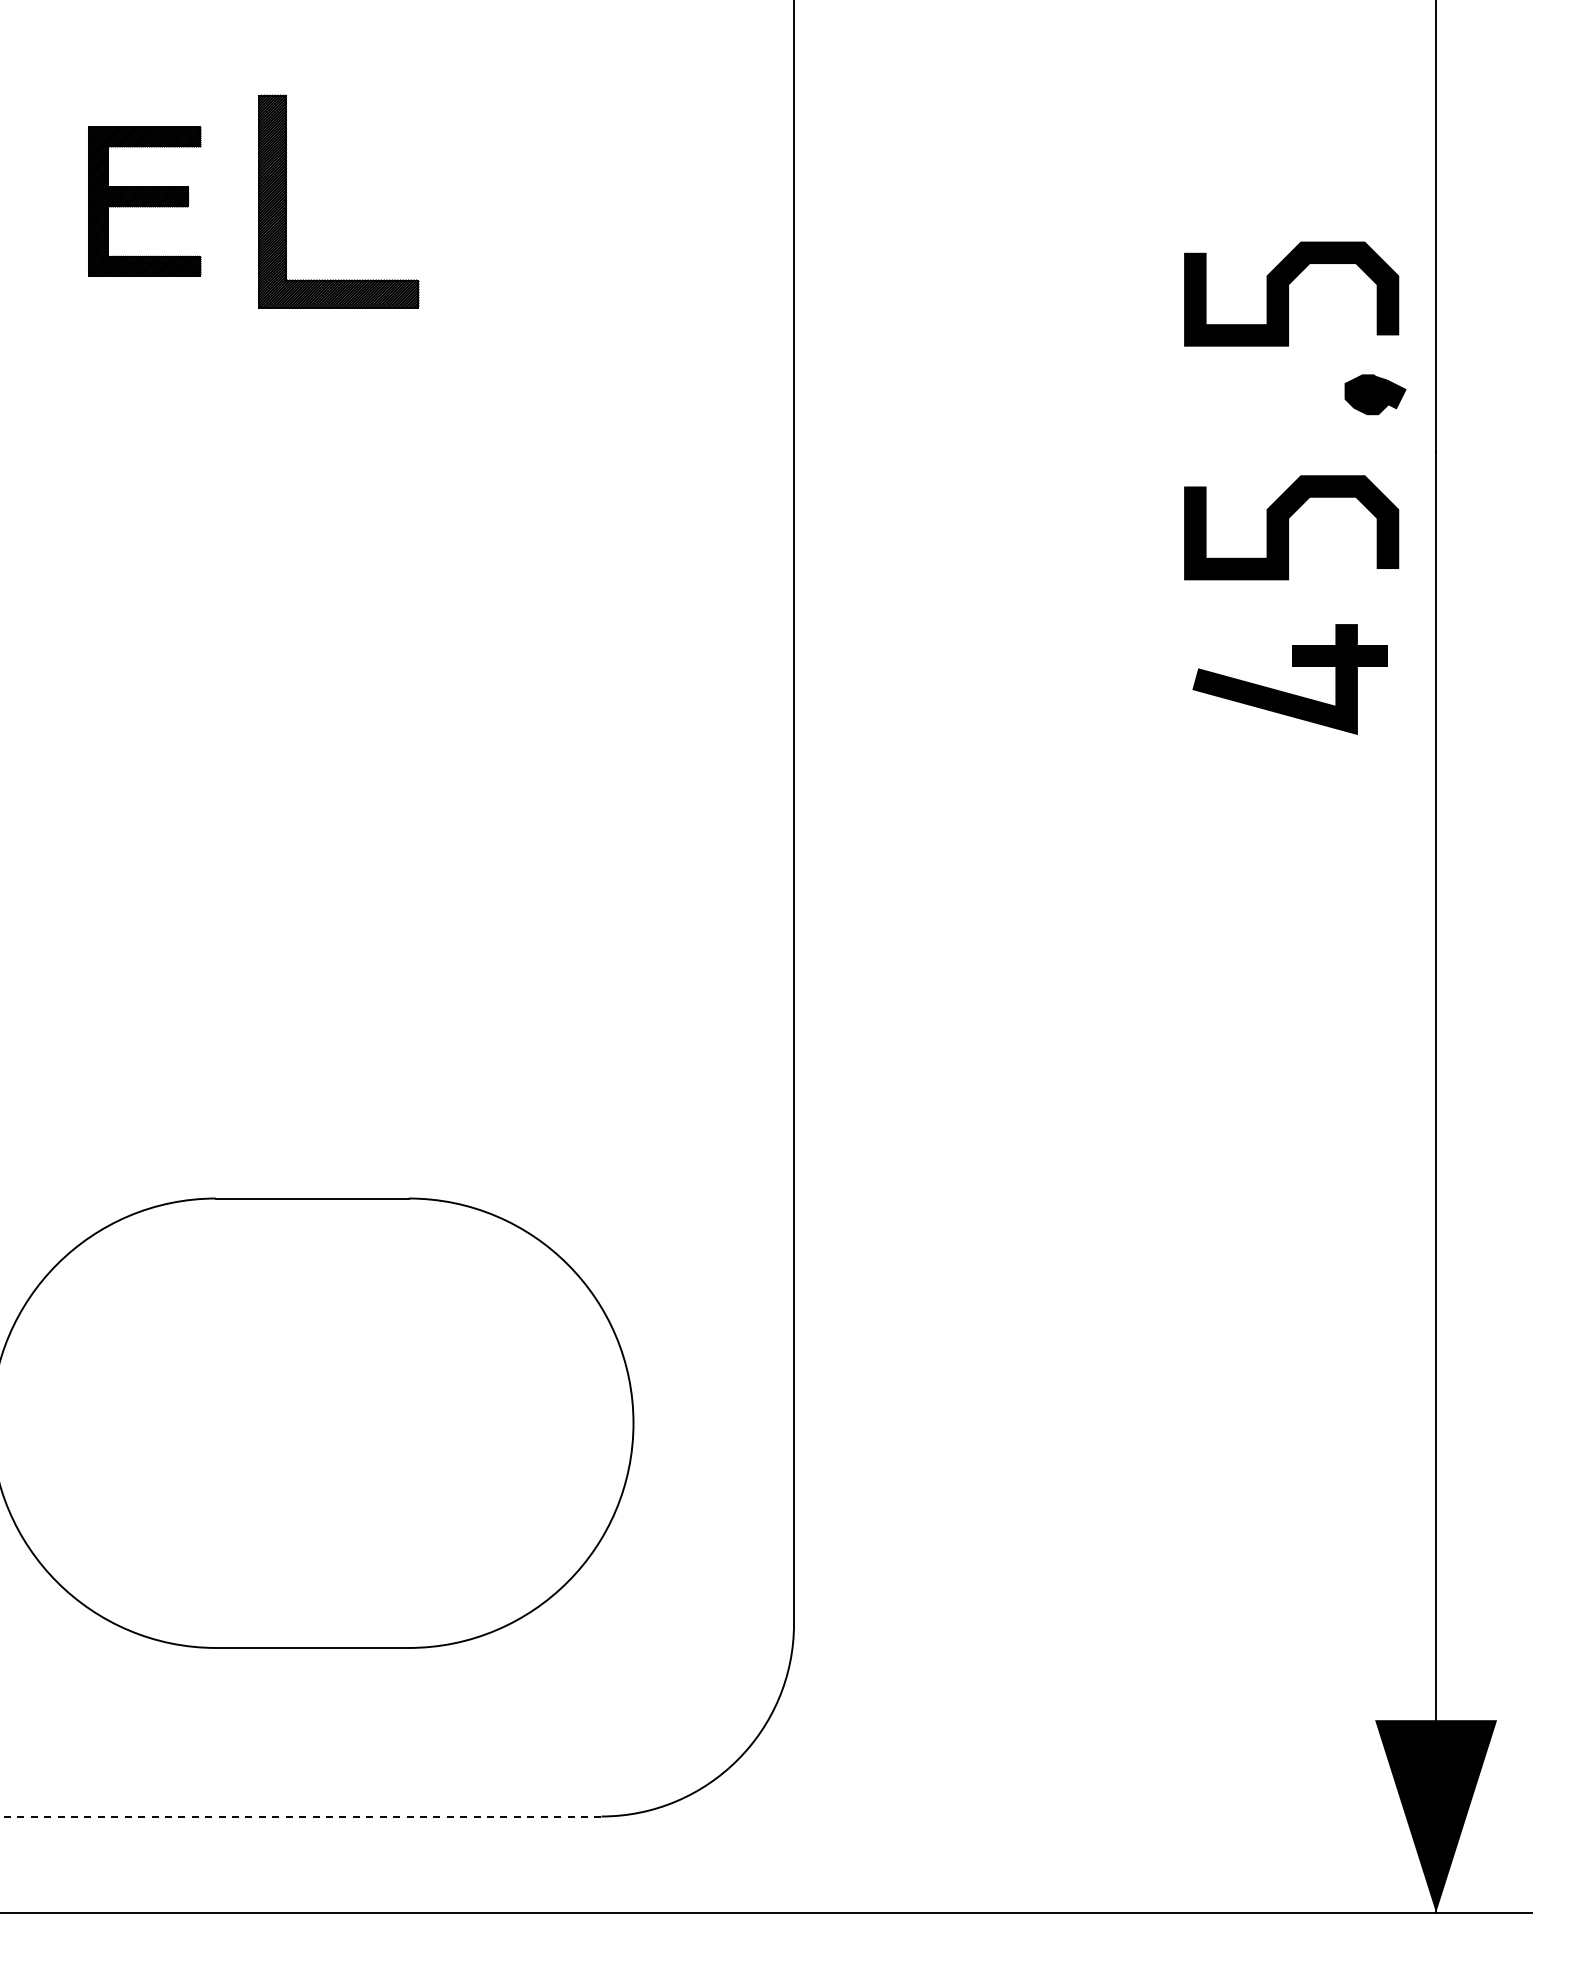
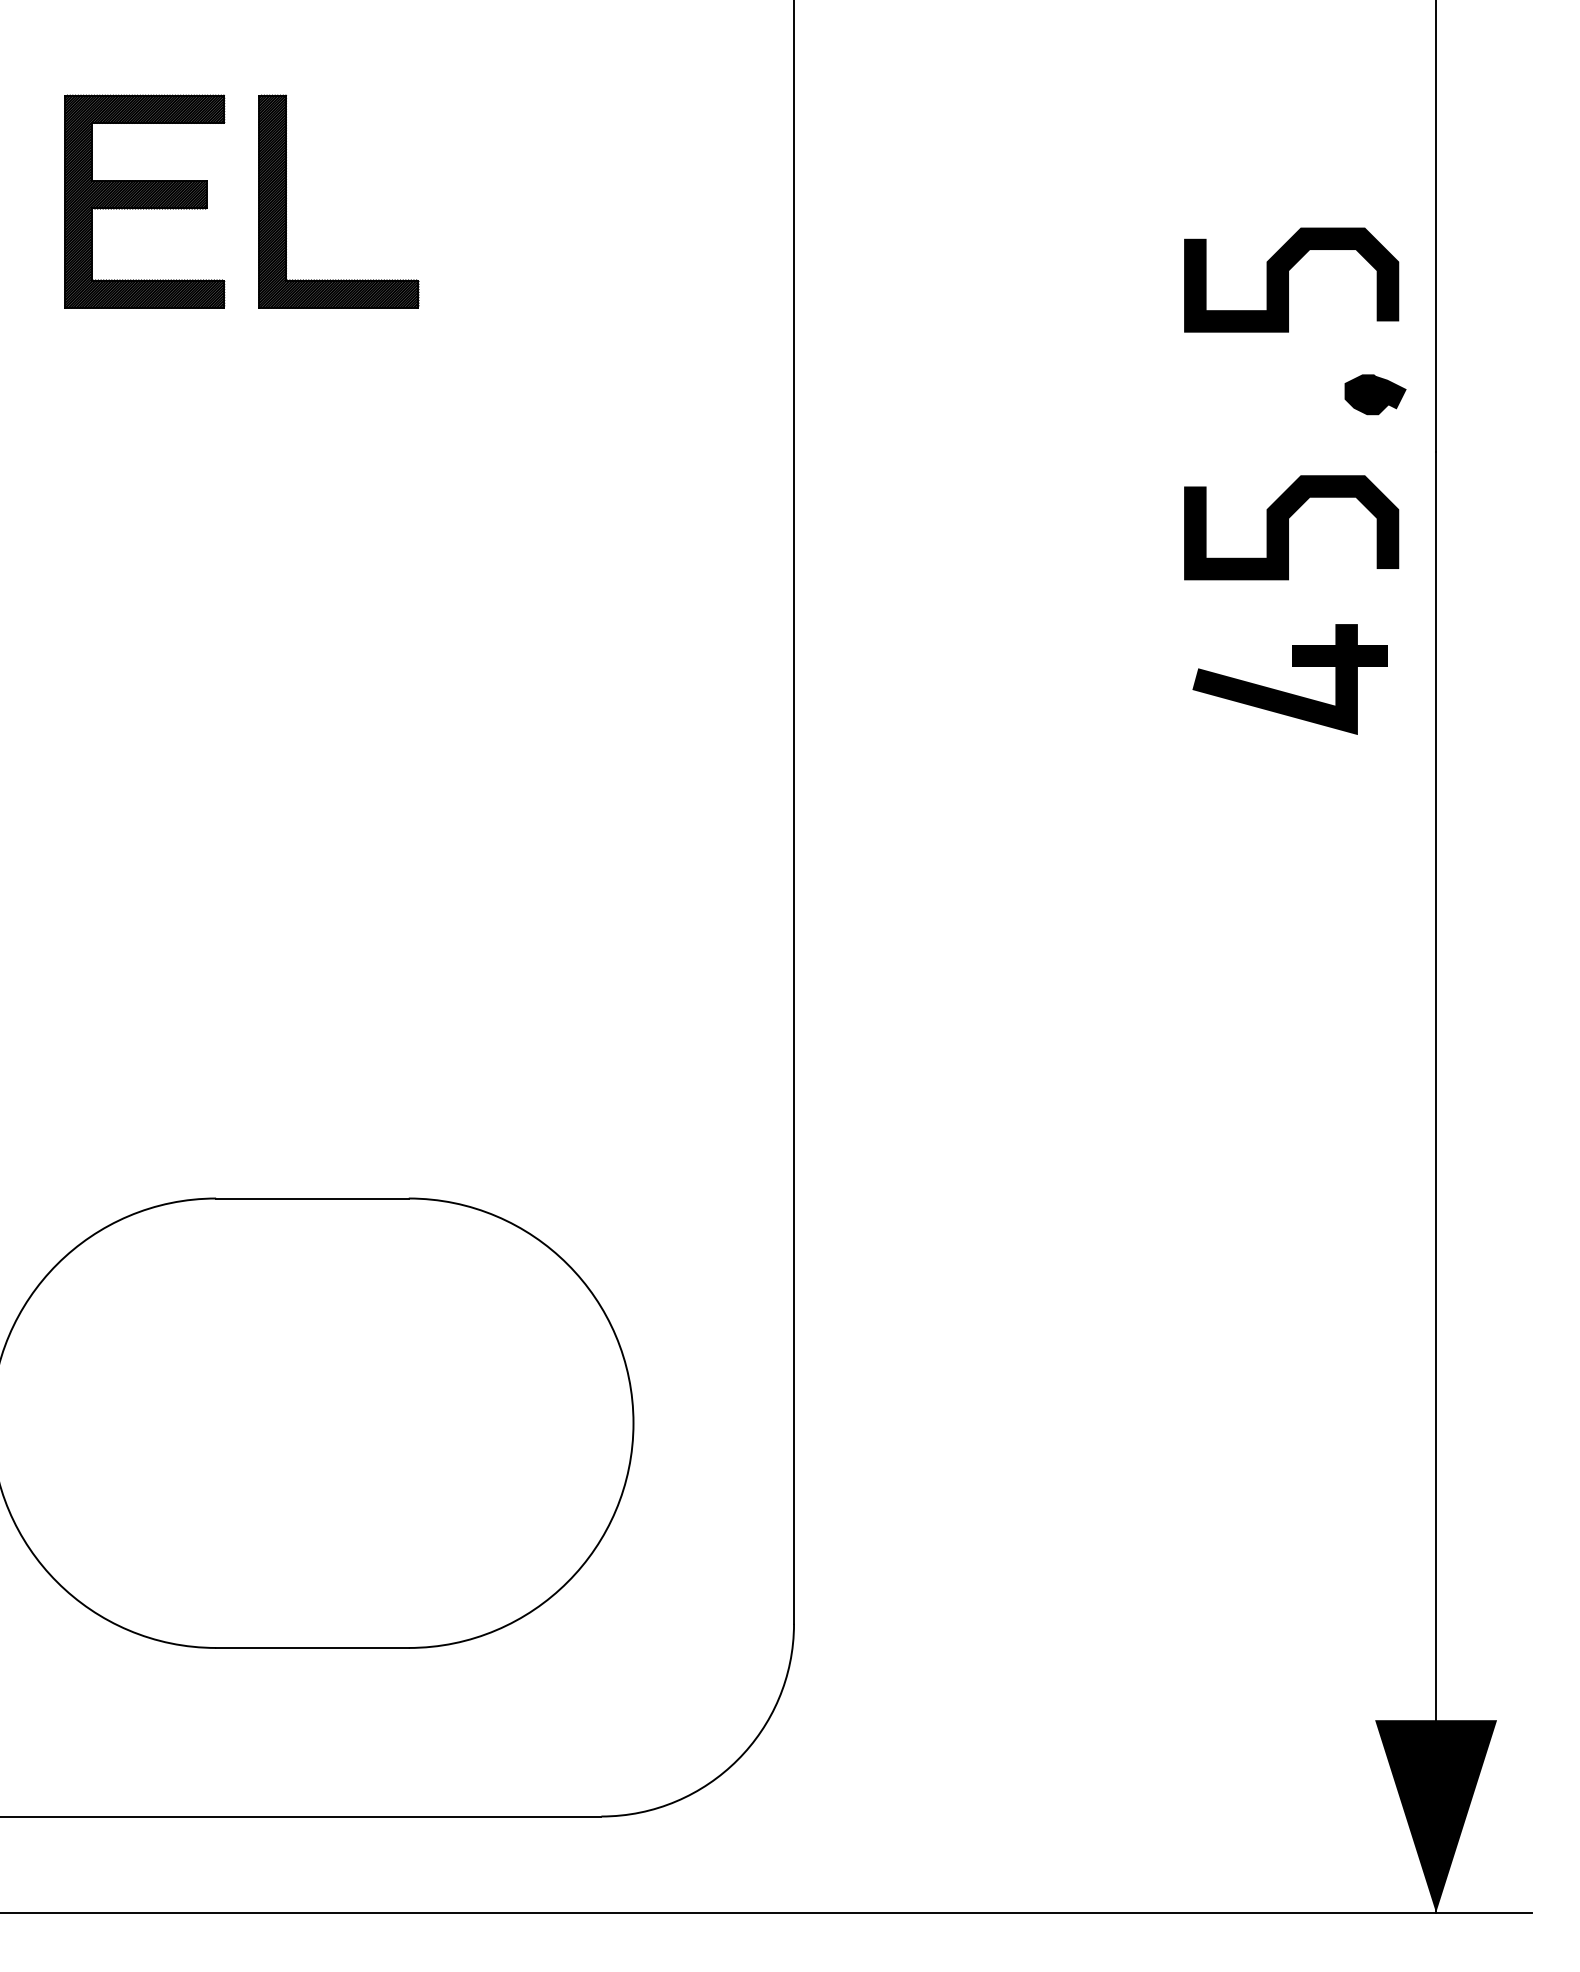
part at (144, 201) size: 114x151 px -> 162x215 px
curve at (1288, 293) position: (1288, 293) -> (1288, 279)
line at (300, 1816): dashed -> solid
